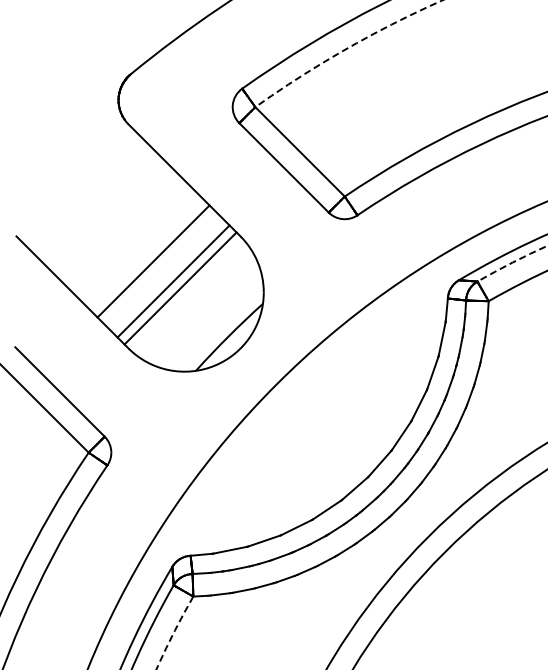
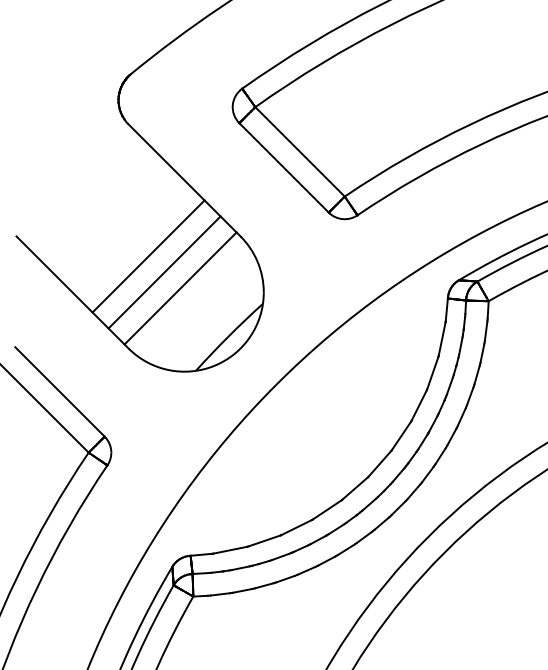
arc at (346, 49): dashed -> solid
line at (153, 261) position: (153, 261) -> (148, 256)
arc at (512, 262): dashed -> solid
line at (173, 281) position: (173, 281) -> (164, 272)
arc at (174, 632): dashed -> solid
